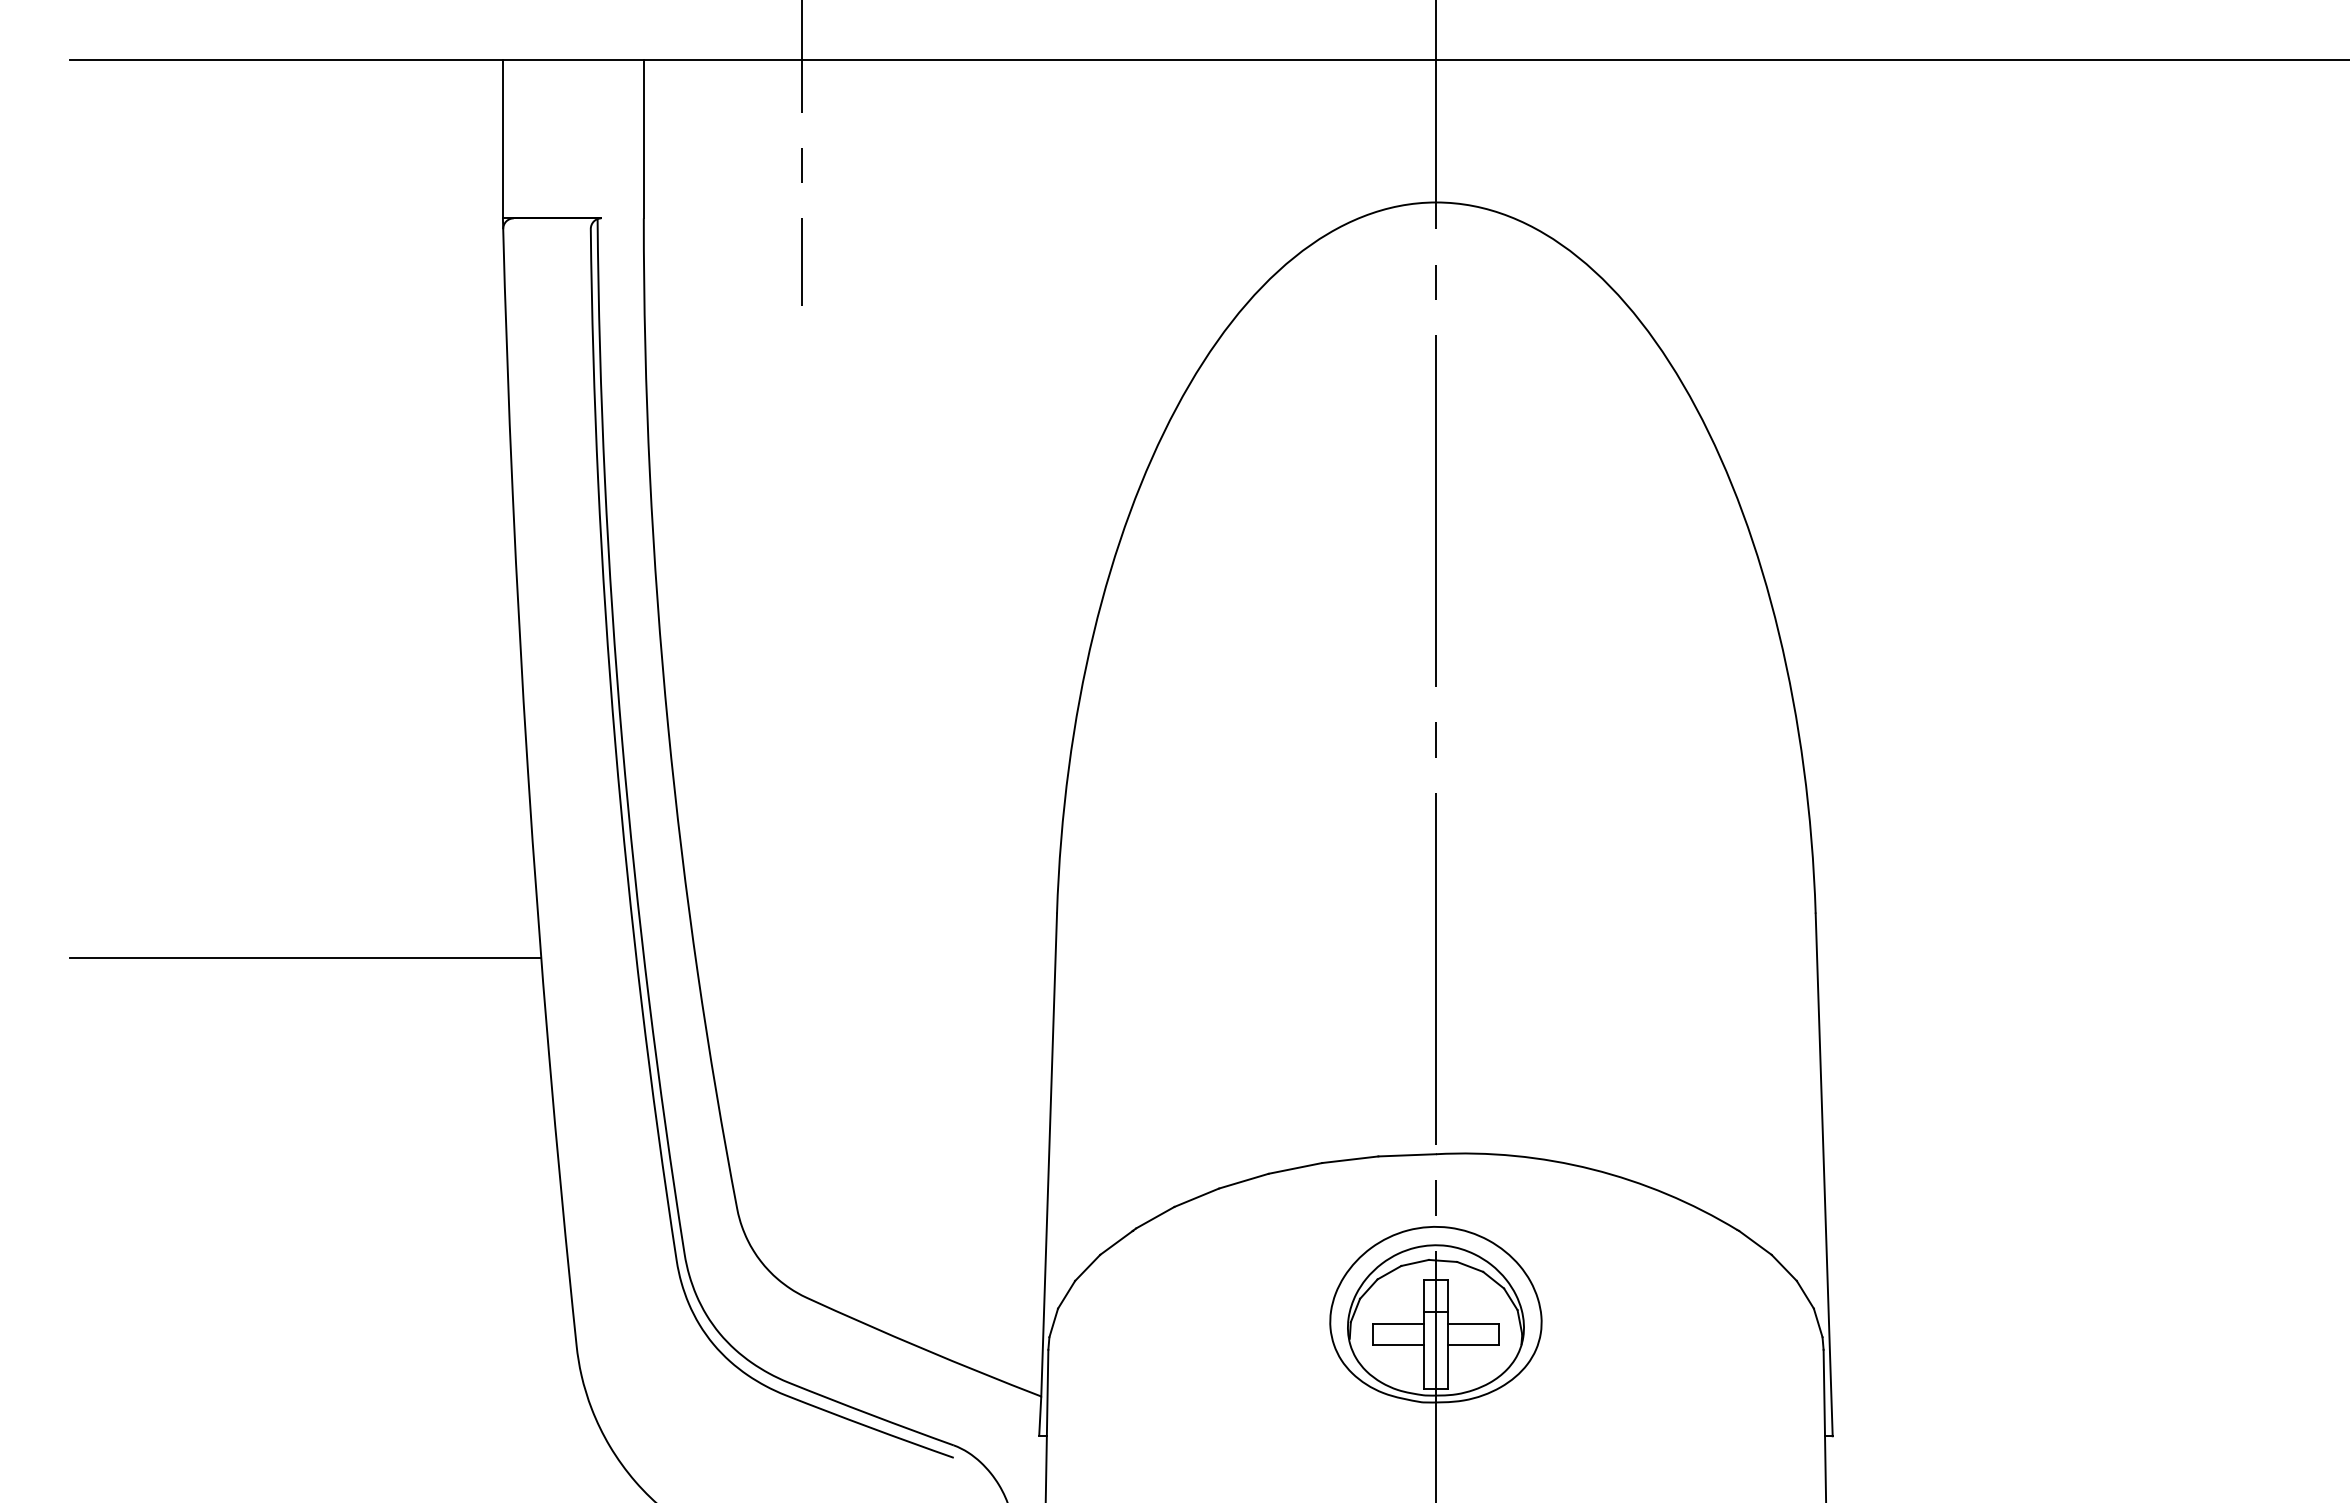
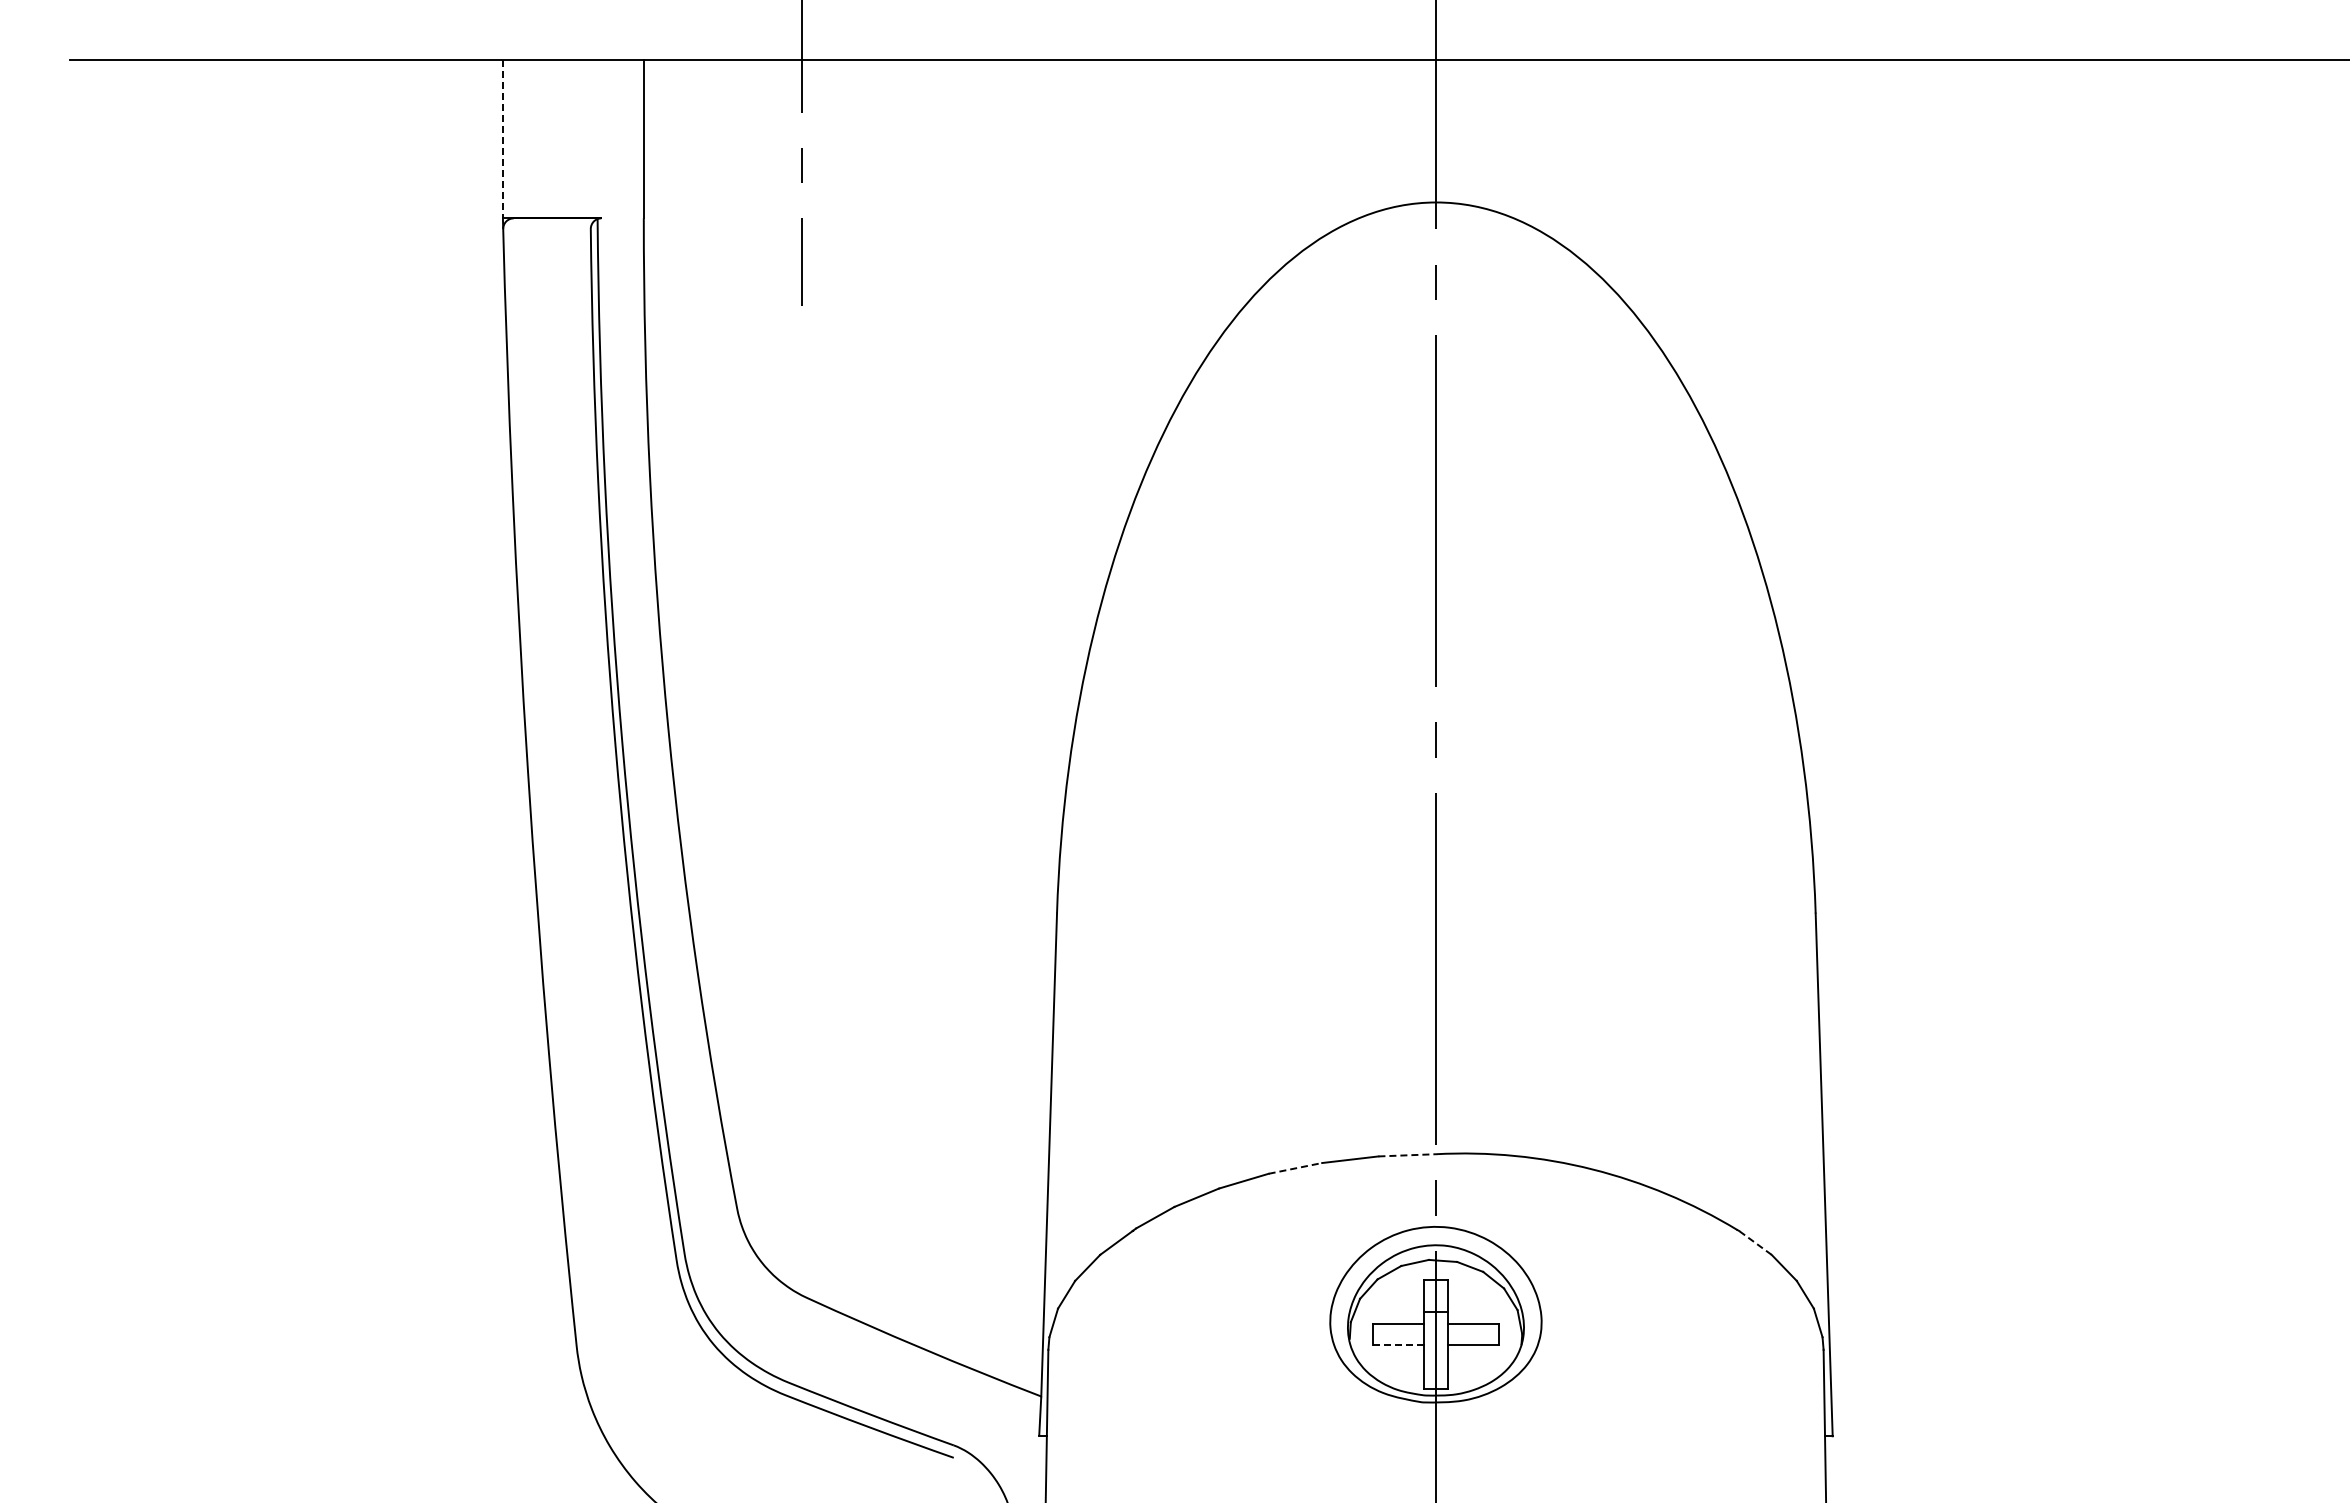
line at (502, 139): solid -> dashed
line at (305, 958): present -> none
line at (1407, 1155): solid -> dashed
line at (1295, 1168): solid -> dashed
line at (1754, 1242): solid -> dashed
line at (1398, 1345): solid -> dashed
